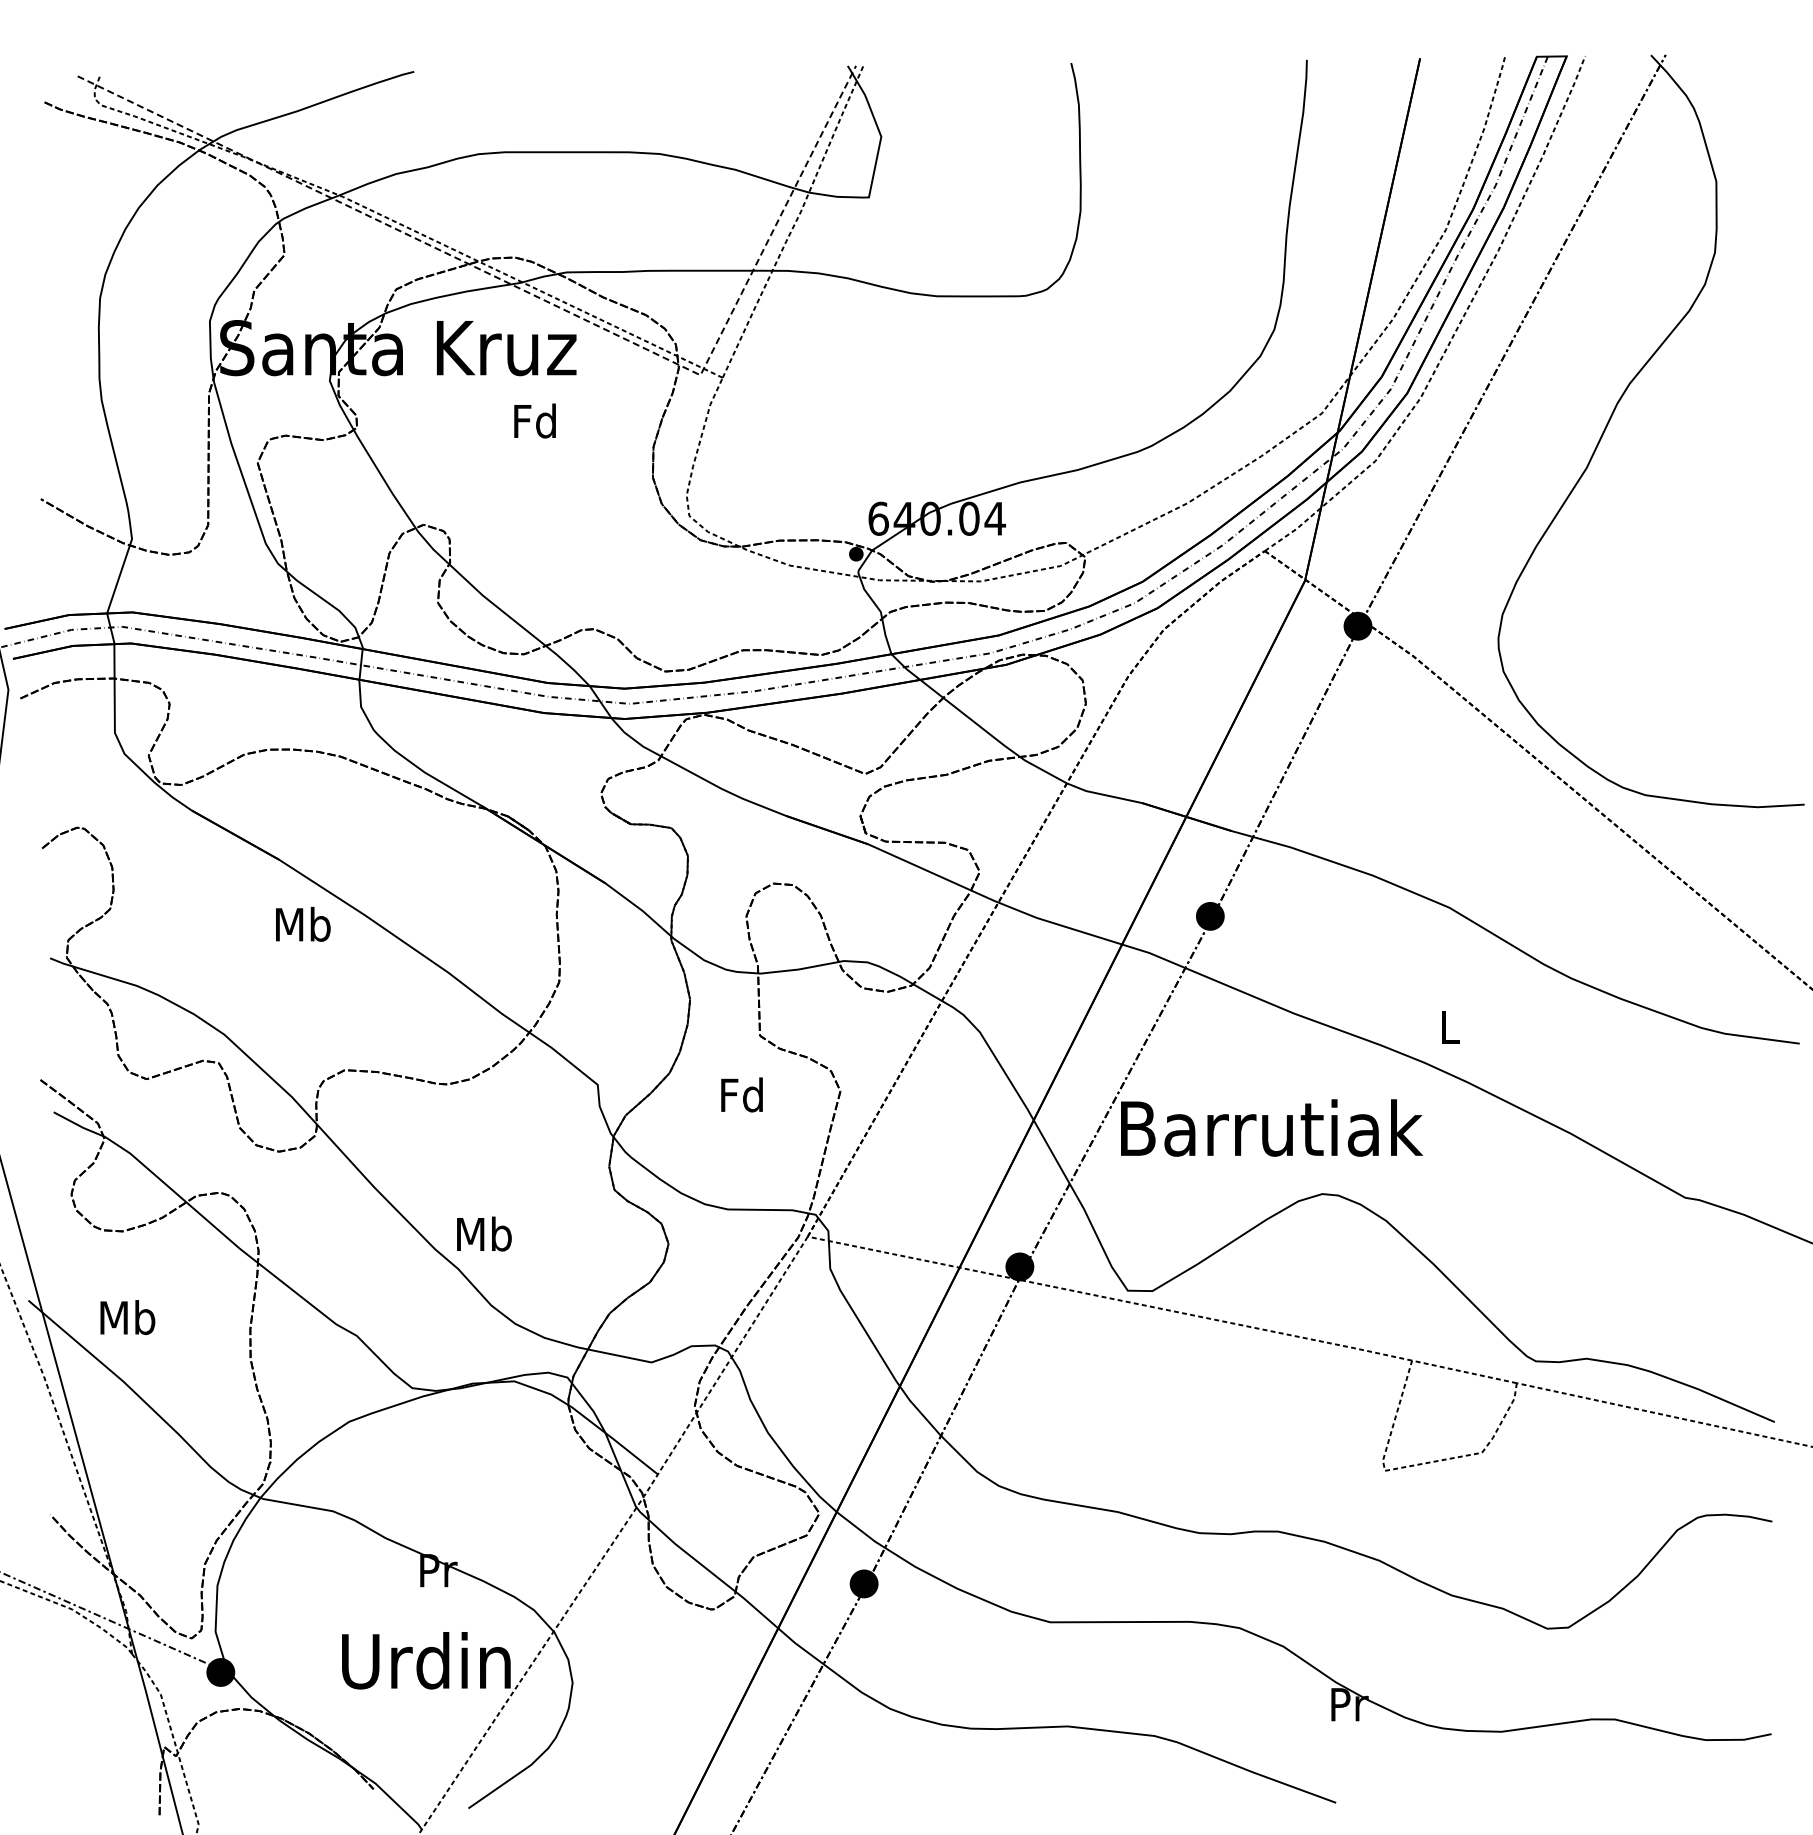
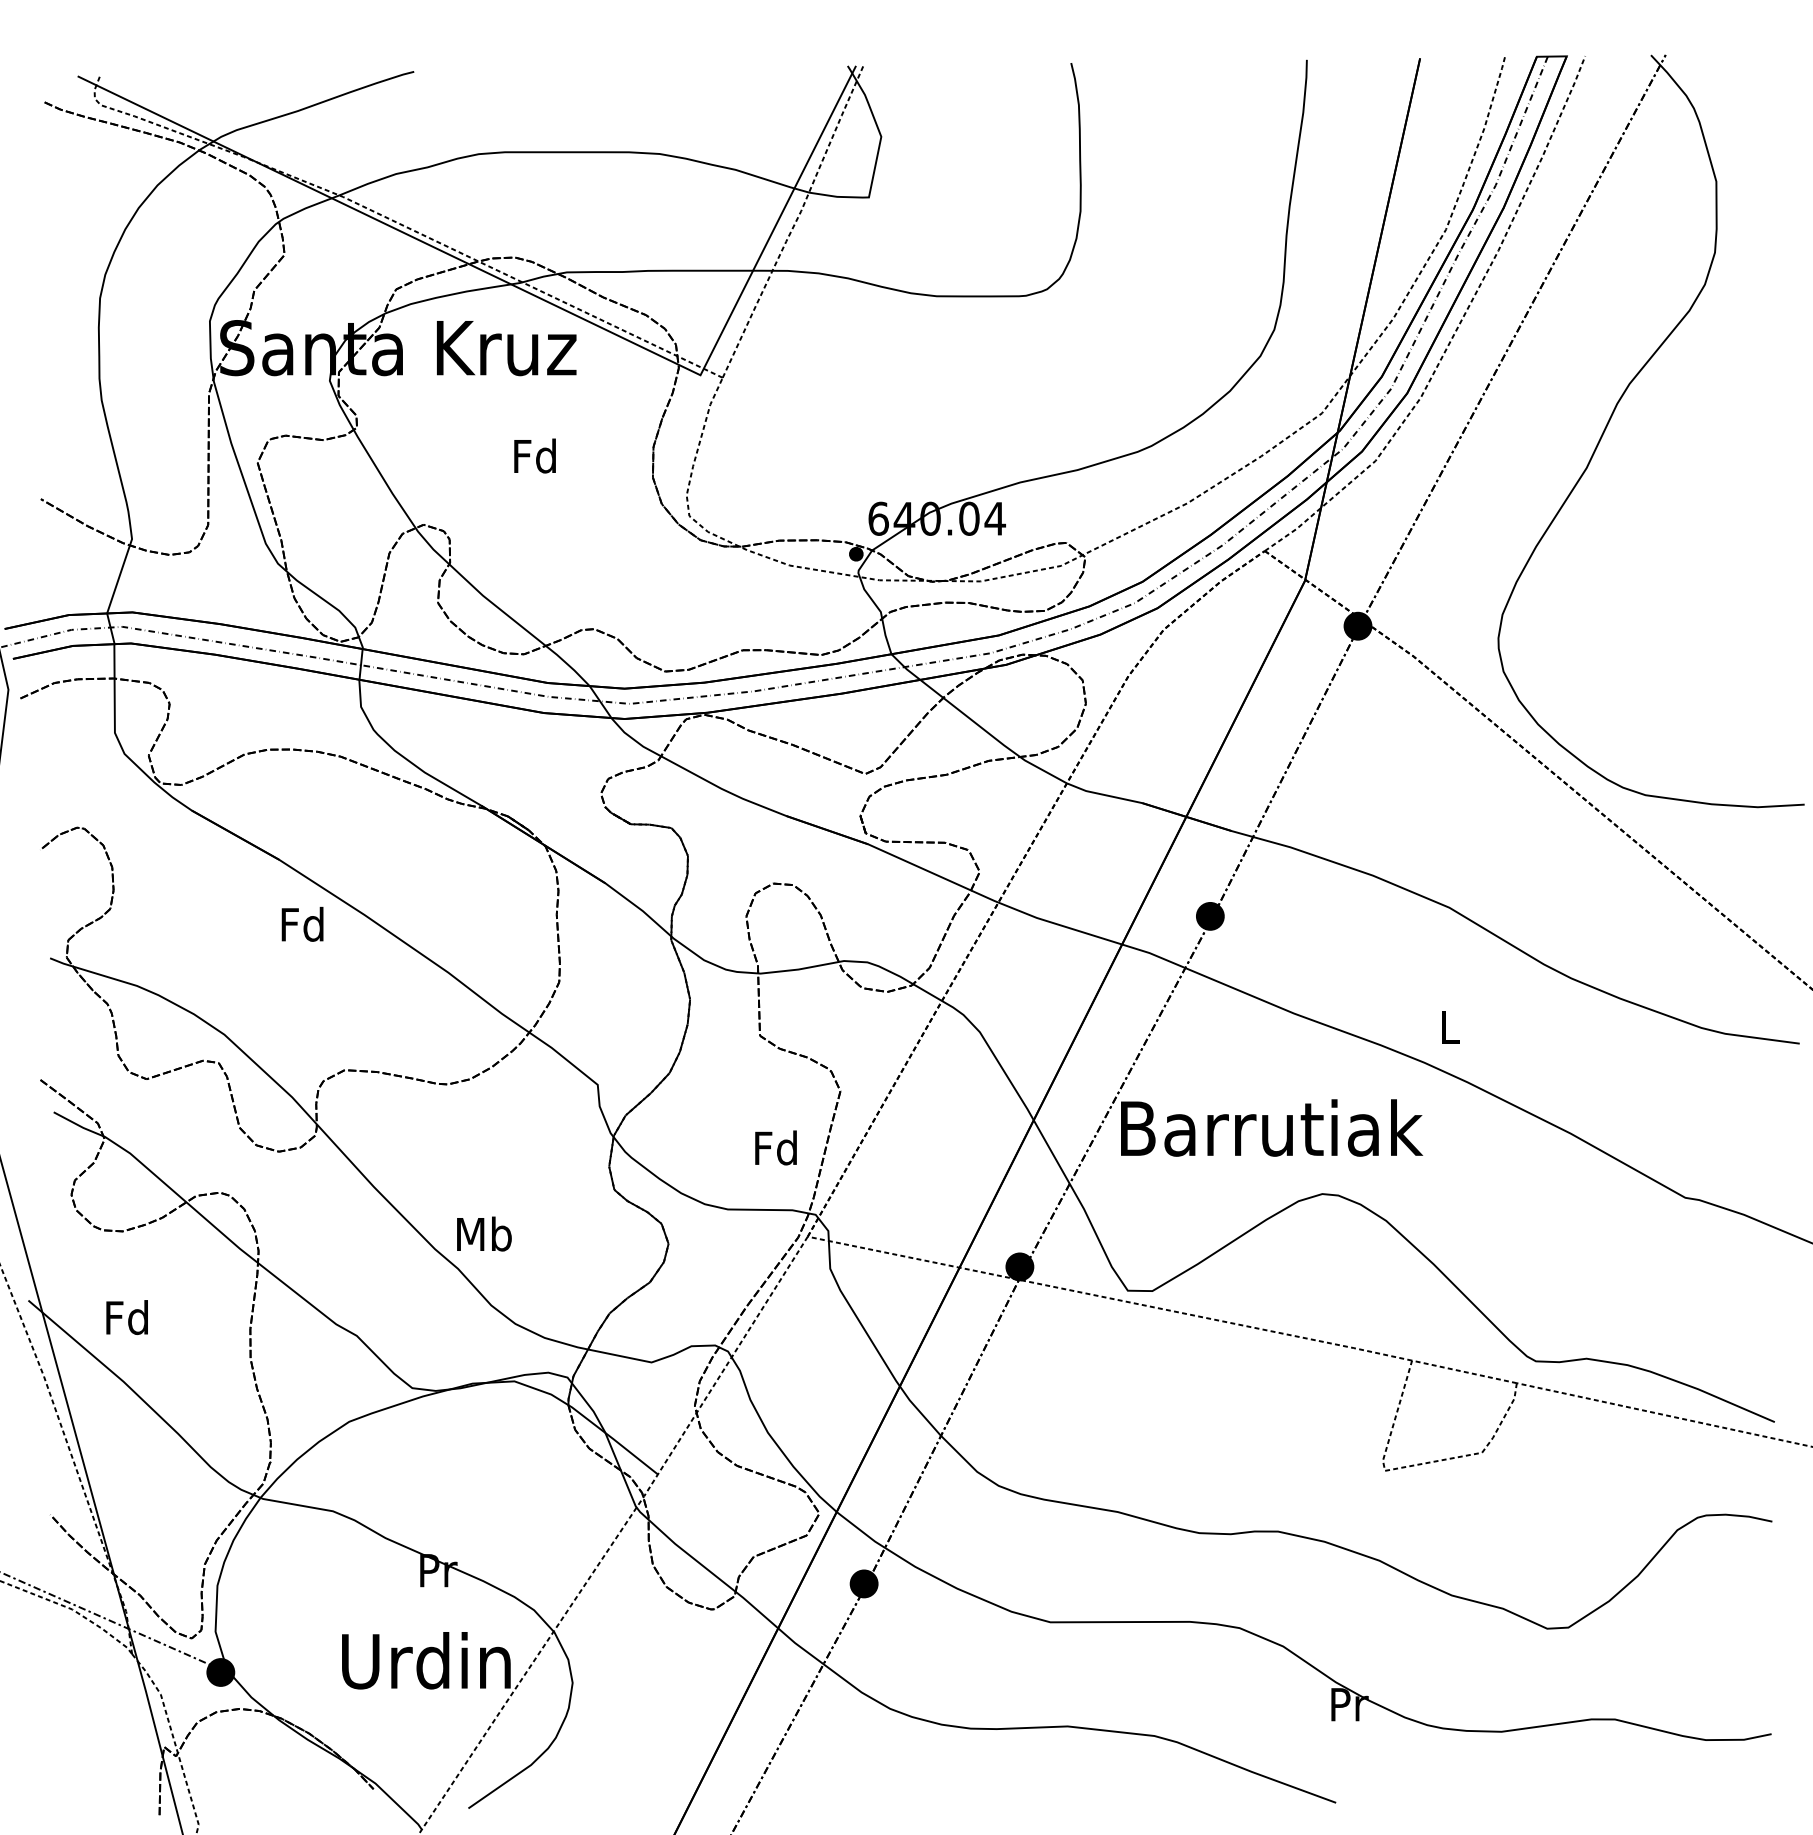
line at (546, 301): dashed -> solid
text at (534, 420) position: (534, 420) -> (534, 455)
text at (303, 923): Mb -> Fd
text at (741, 1094) position: (741, 1094) -> (775, 1147)
text at (127, 1317): Mb -> Fd
